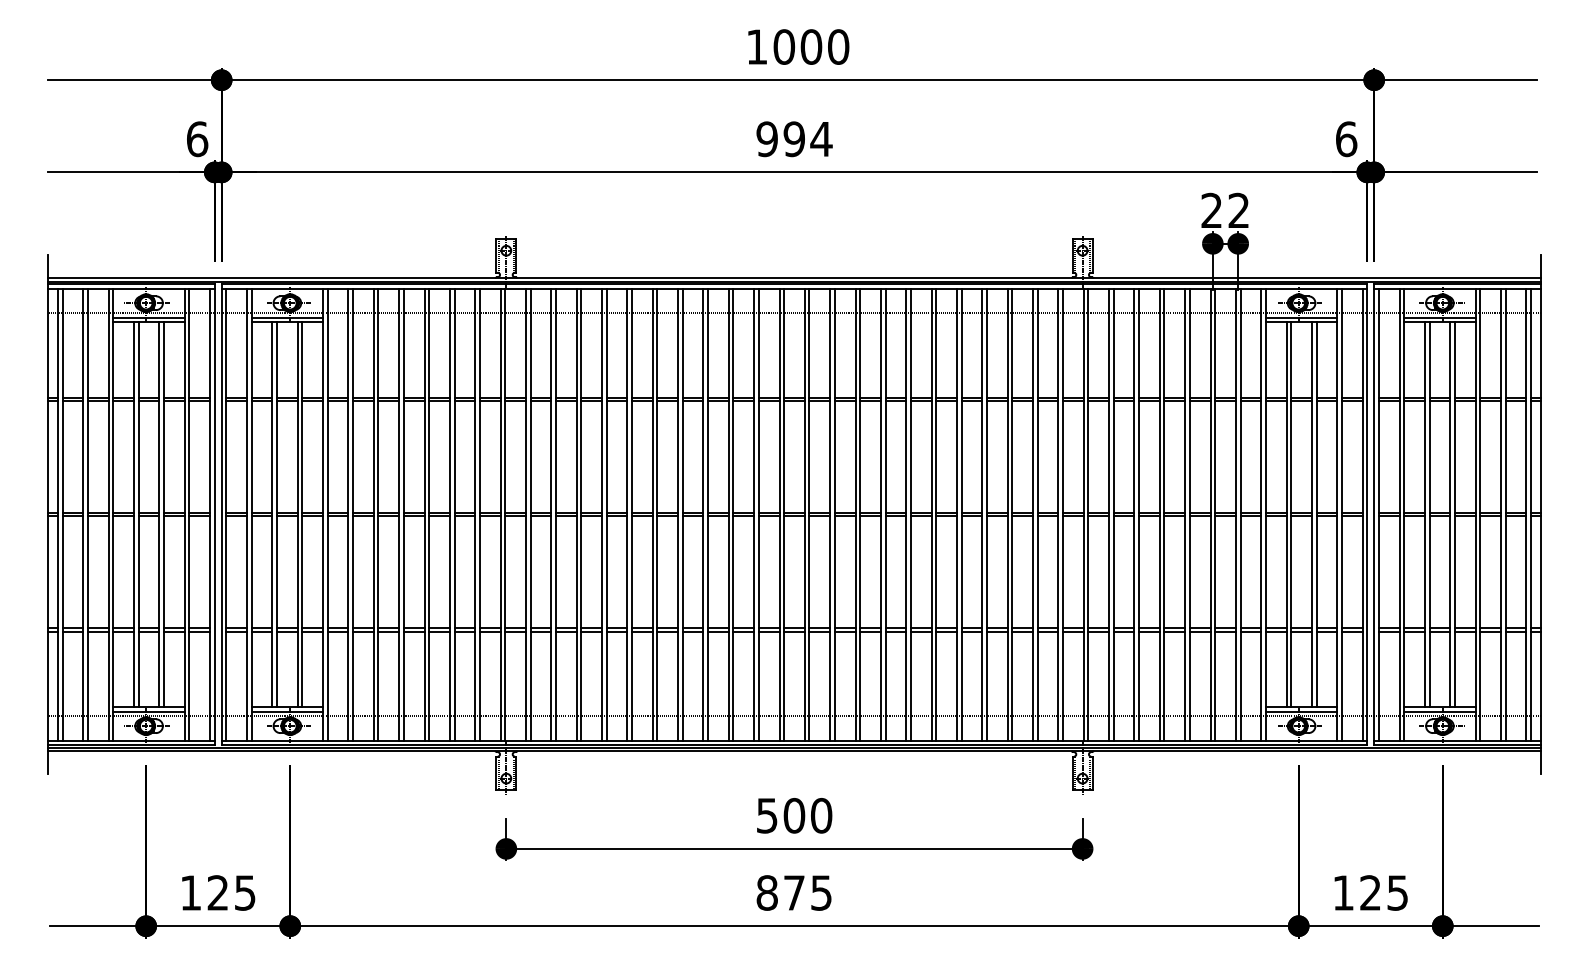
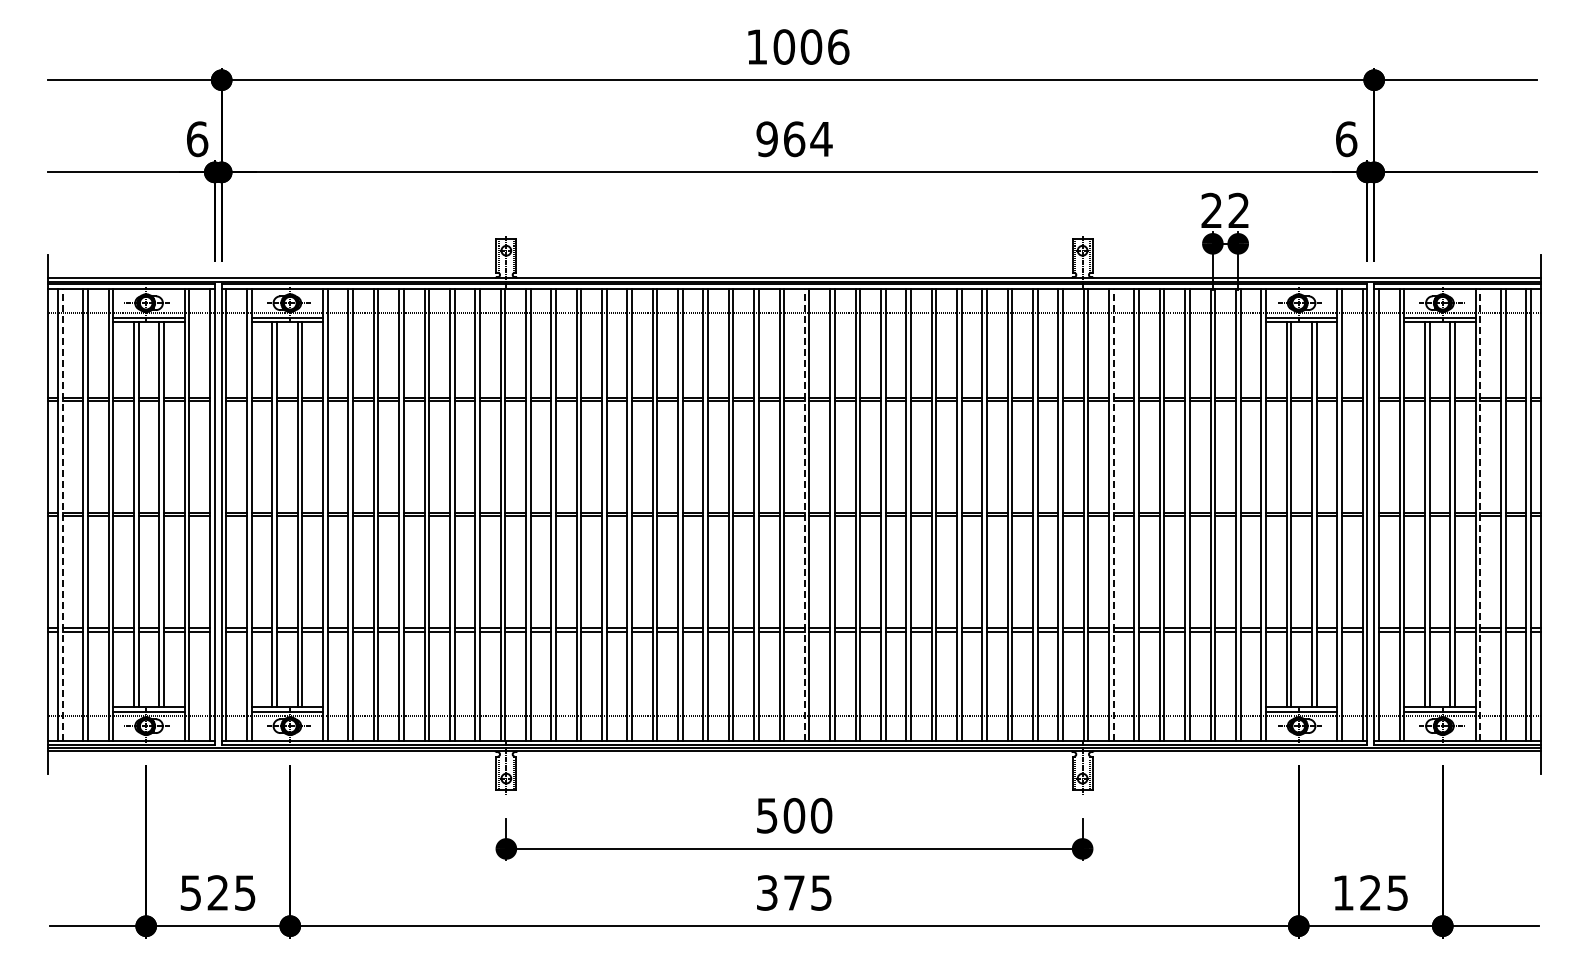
text at (838, 46): 1000 -> 1006
text at (794, 139): 994 -> 964
line at (62, 514): solid -> dashed
line at (804, 514): solid -> dashed
line at (1113, 514): solid -> dashed
line at (1480, 514): solid -> dashed
text at (190, 892): 125 -> 525
text at (766, 892): 875 -> 375
